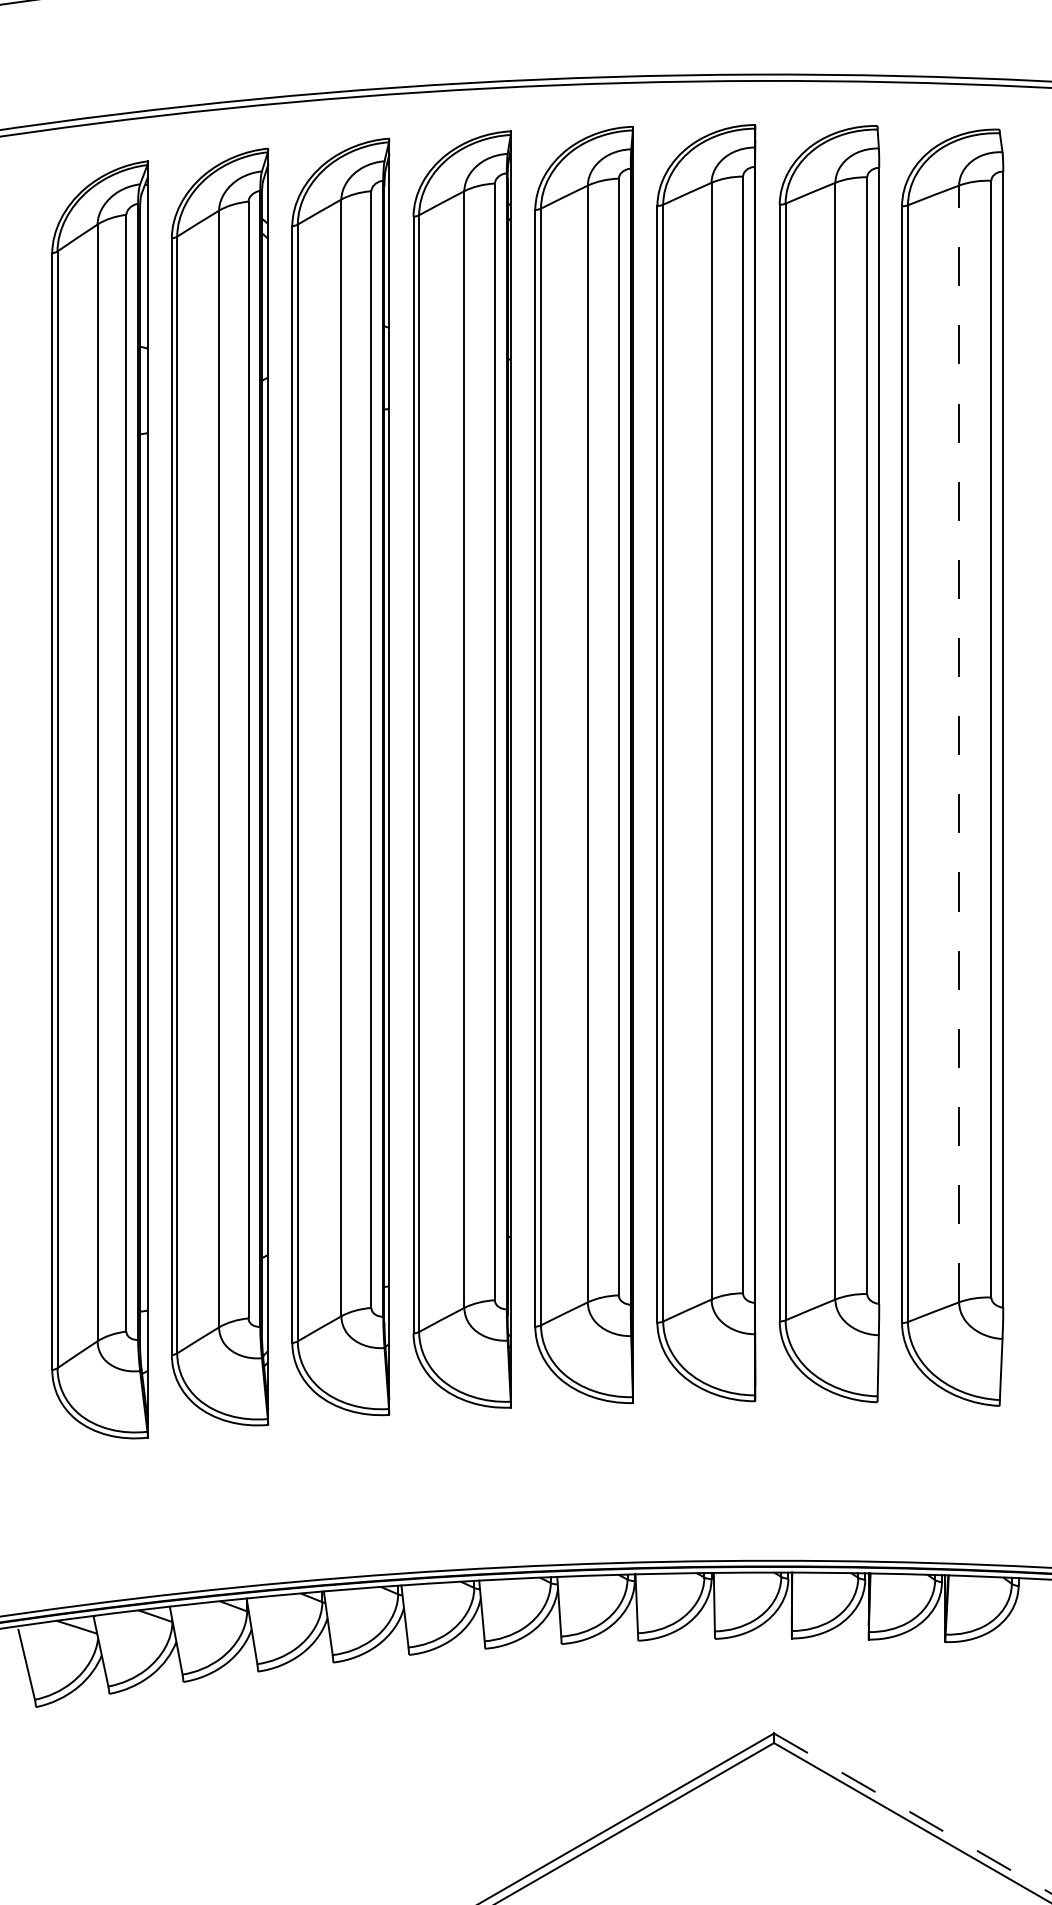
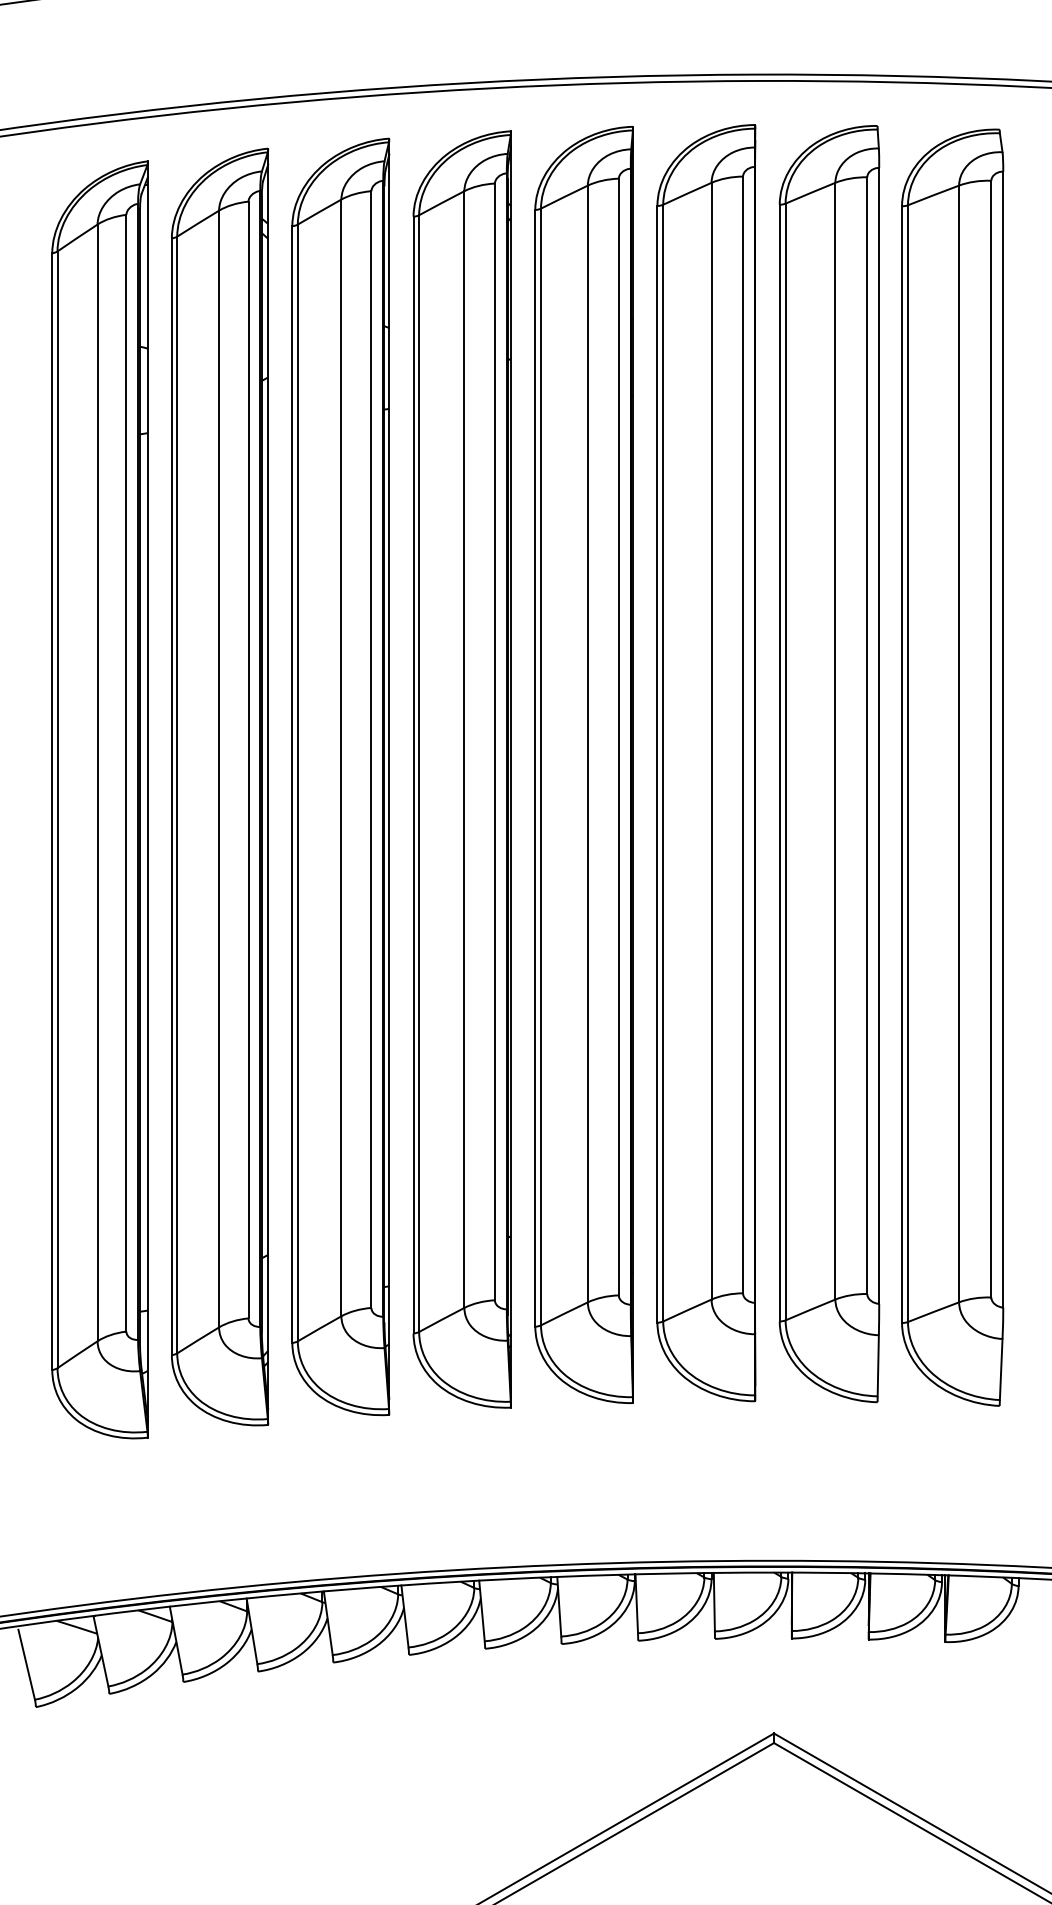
line at (959, 743): dashed -> solid
line at (913, 1813): dashed -> solid
